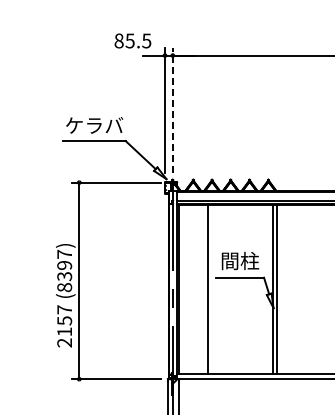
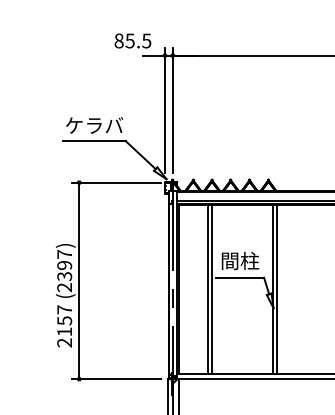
line at (172, 109): dashed -> solid
text at (64, 287): (8397) -> (2397)
line at (211, 289): none -> present
